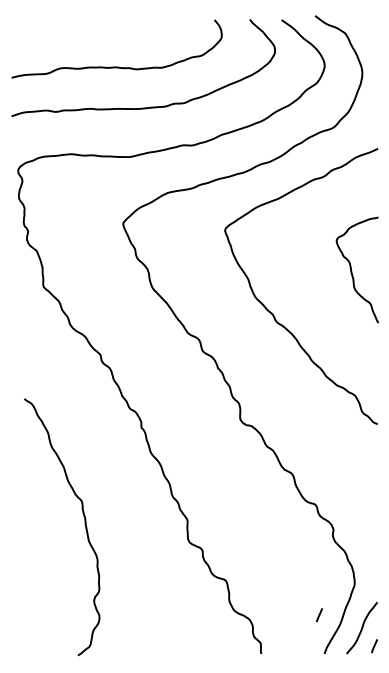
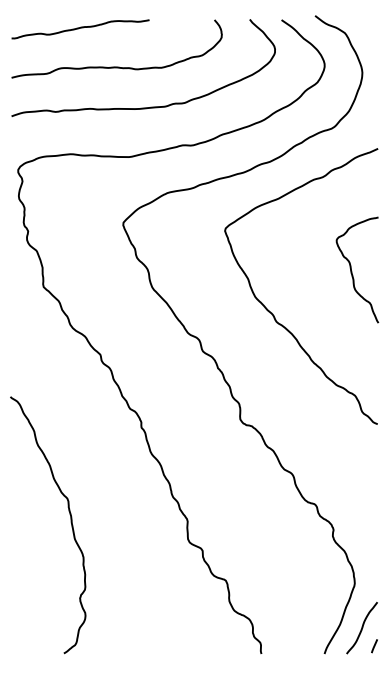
curve at (80, 28): none -> present
curve at (84, 524) position: (84, 524) -> (70, 522)
line at (319, 615): present -> none
